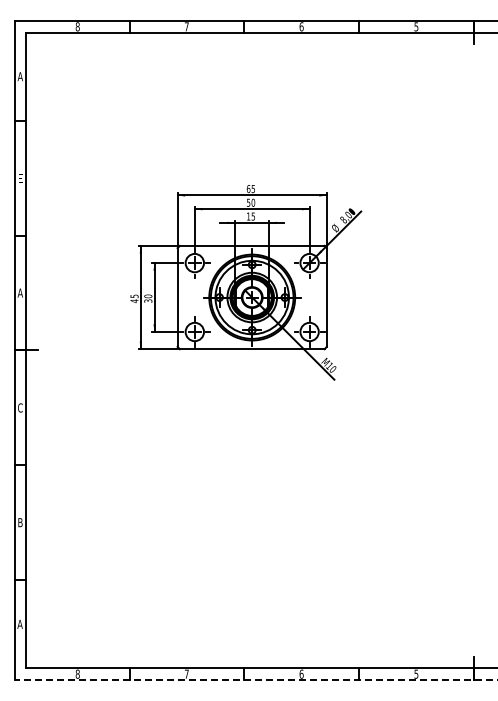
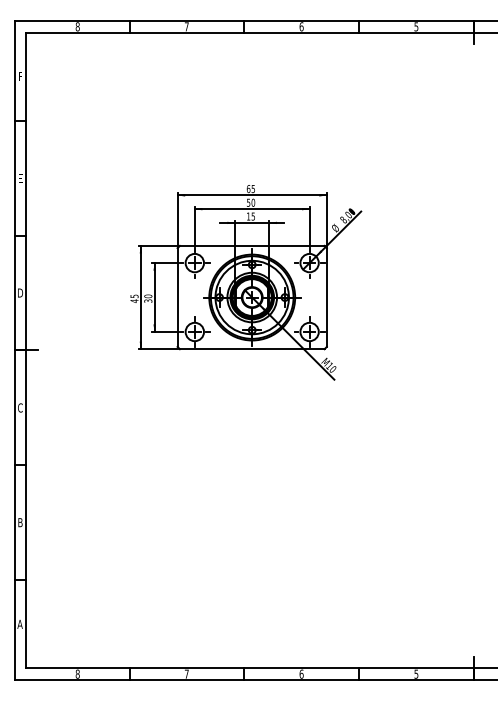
text at (19, 76): A -> F
text at (20, 292): A -> D
line at (255, 679): dashed -> solid
